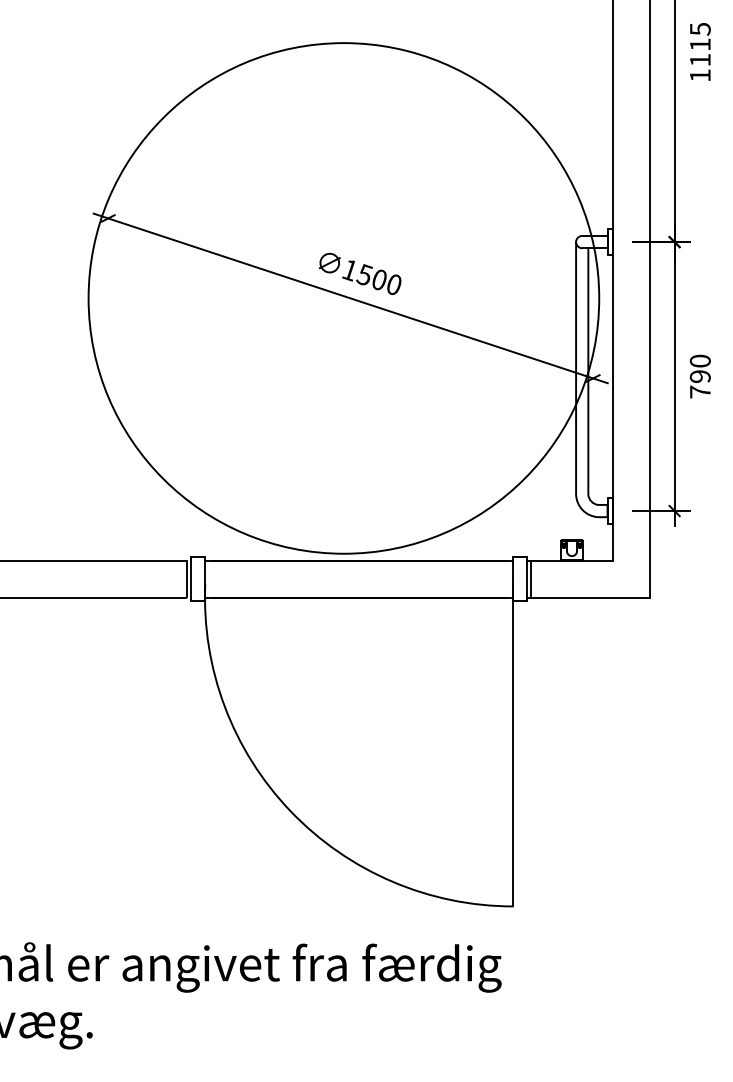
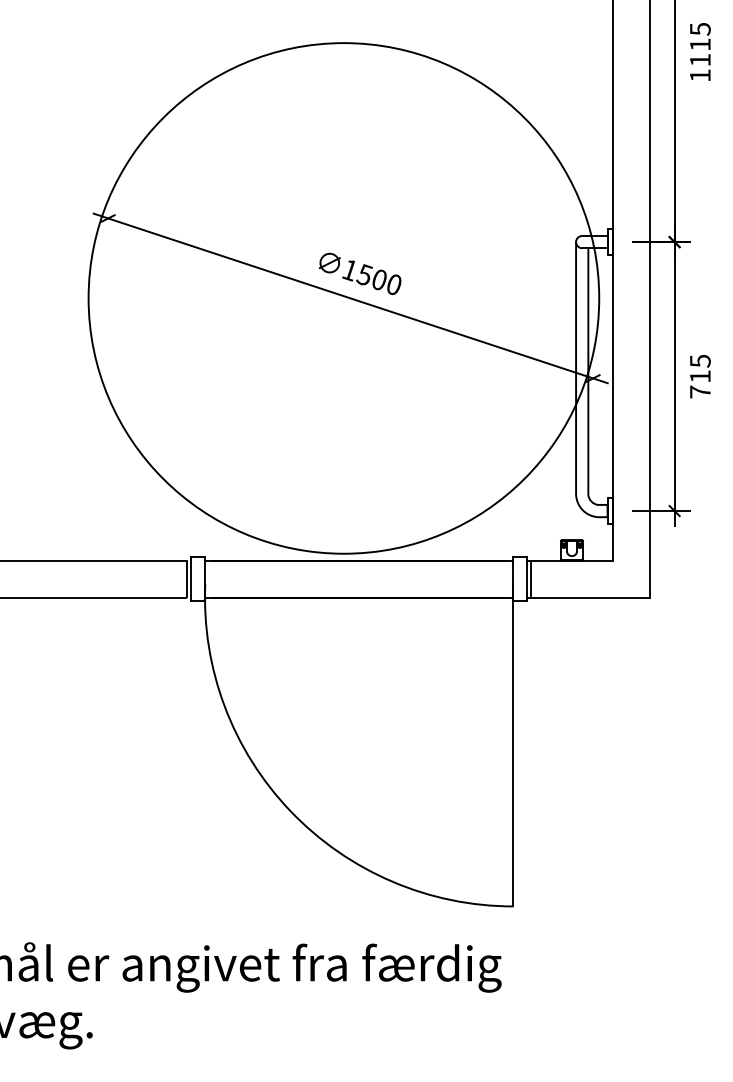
text at (699, 368): 790 -> 715
